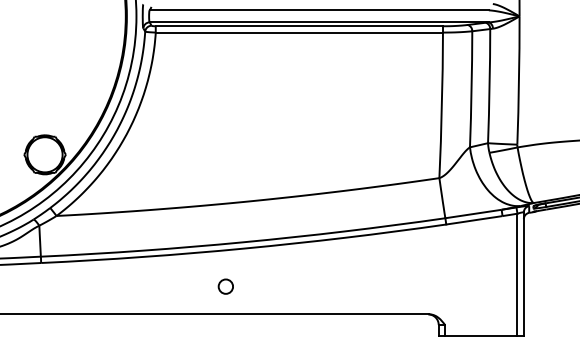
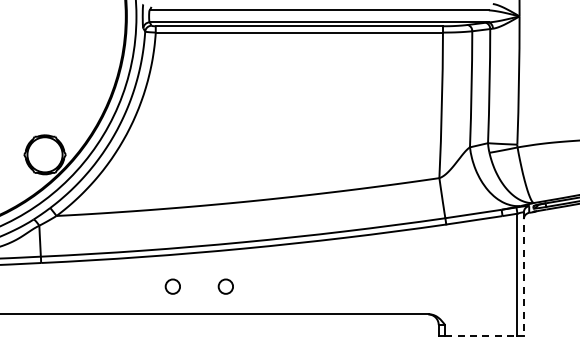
line at (523, 274): solid -> dashed
circle at (172, 286): none -> present
line at (481, 335): solid -> dashed
